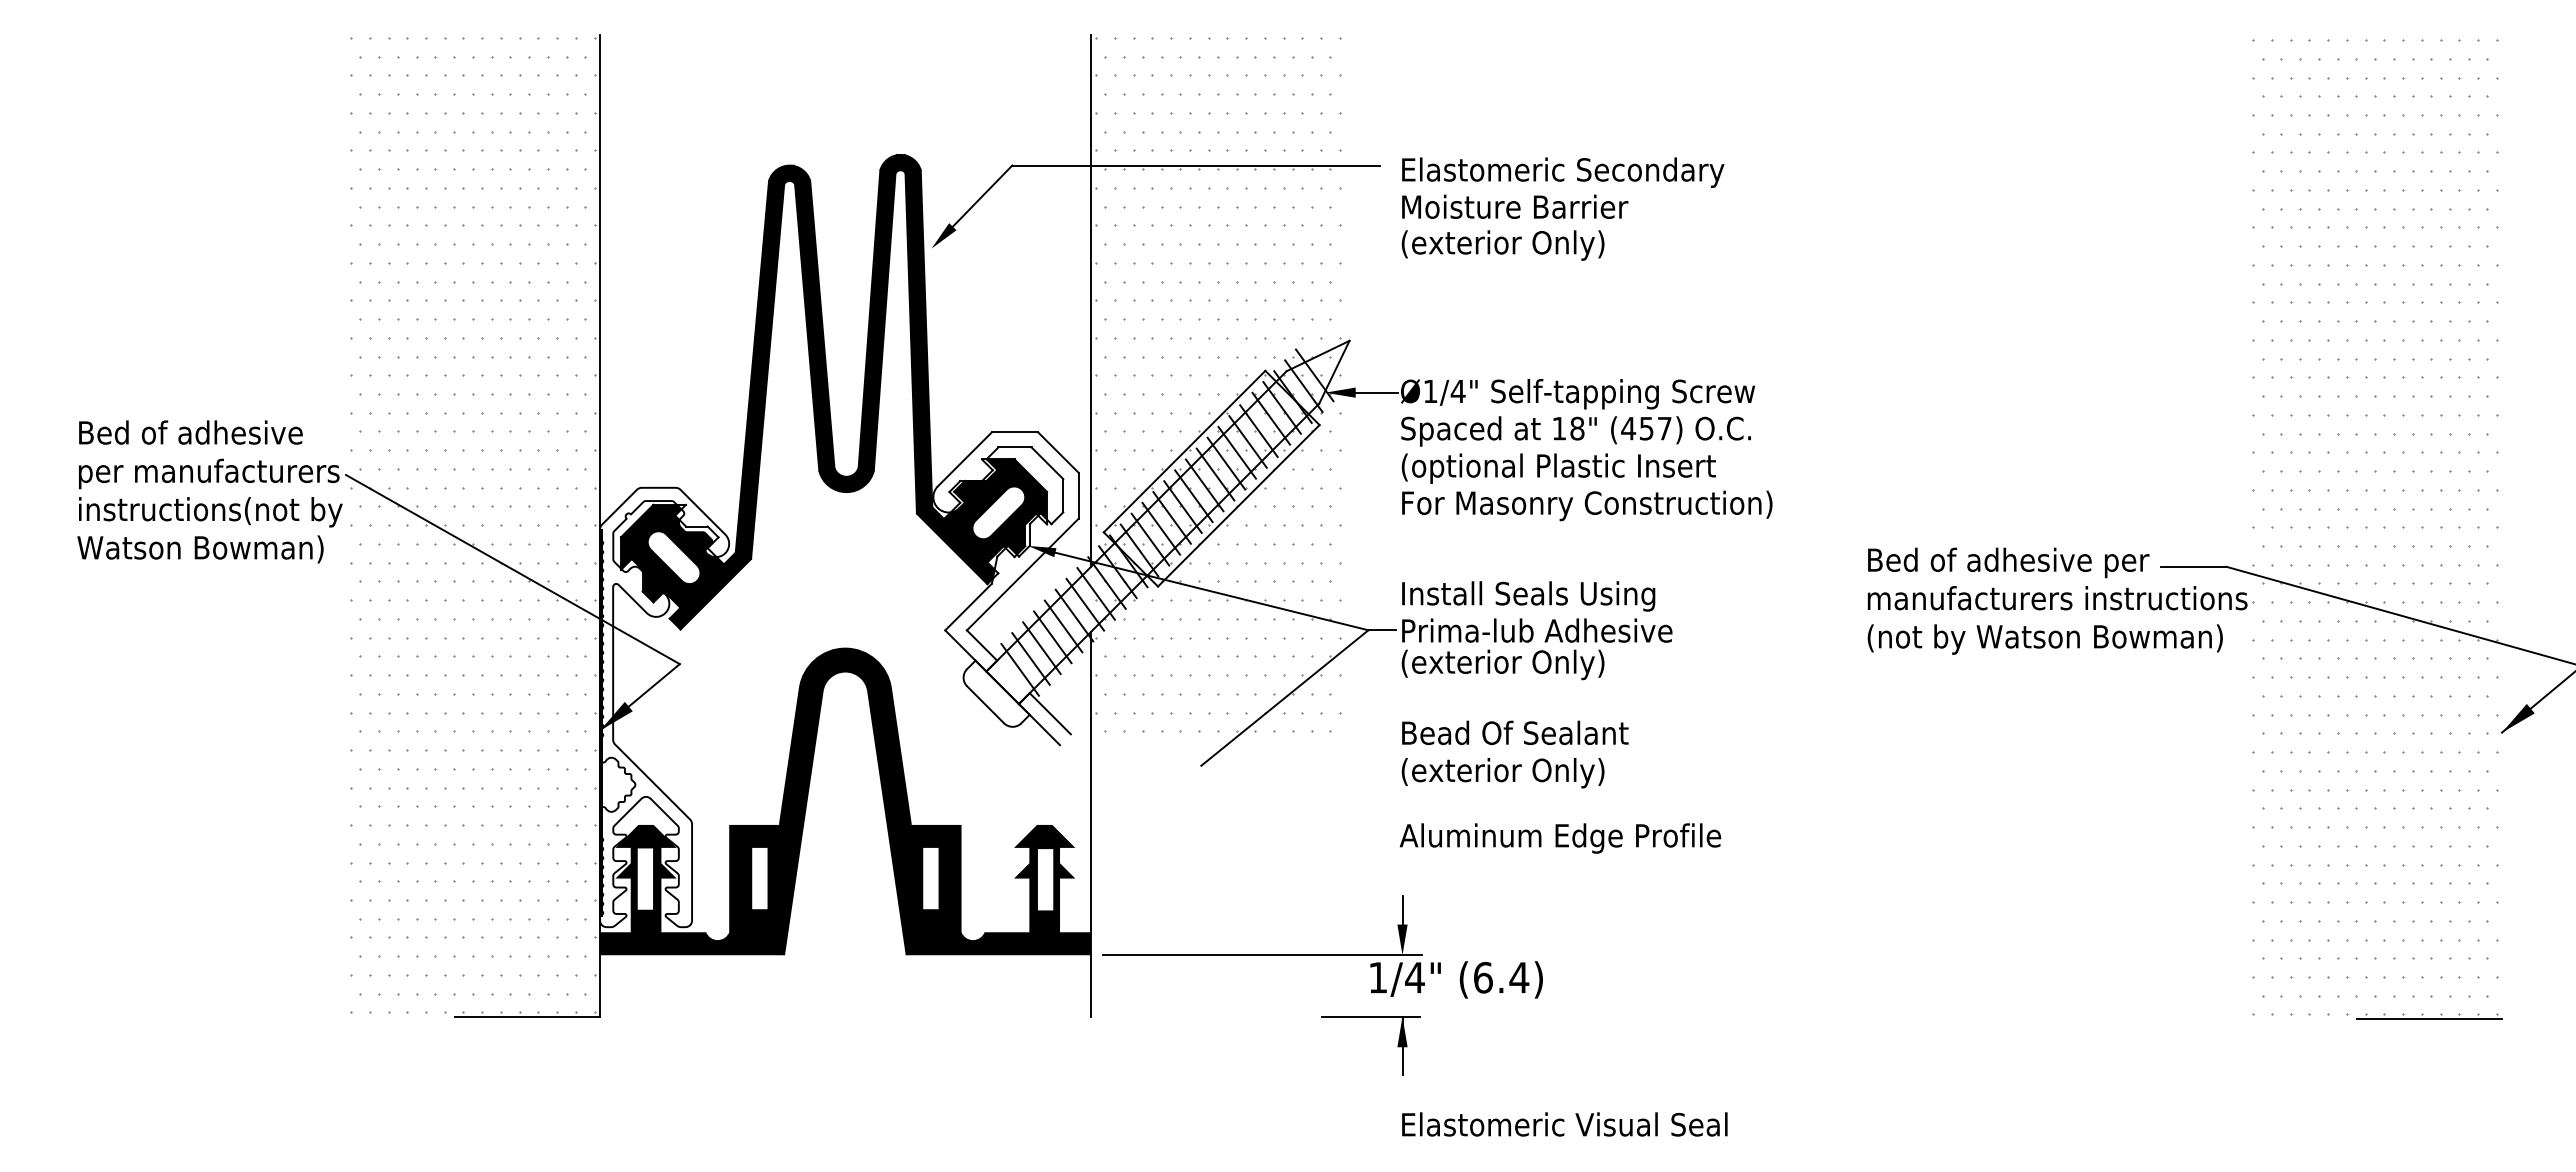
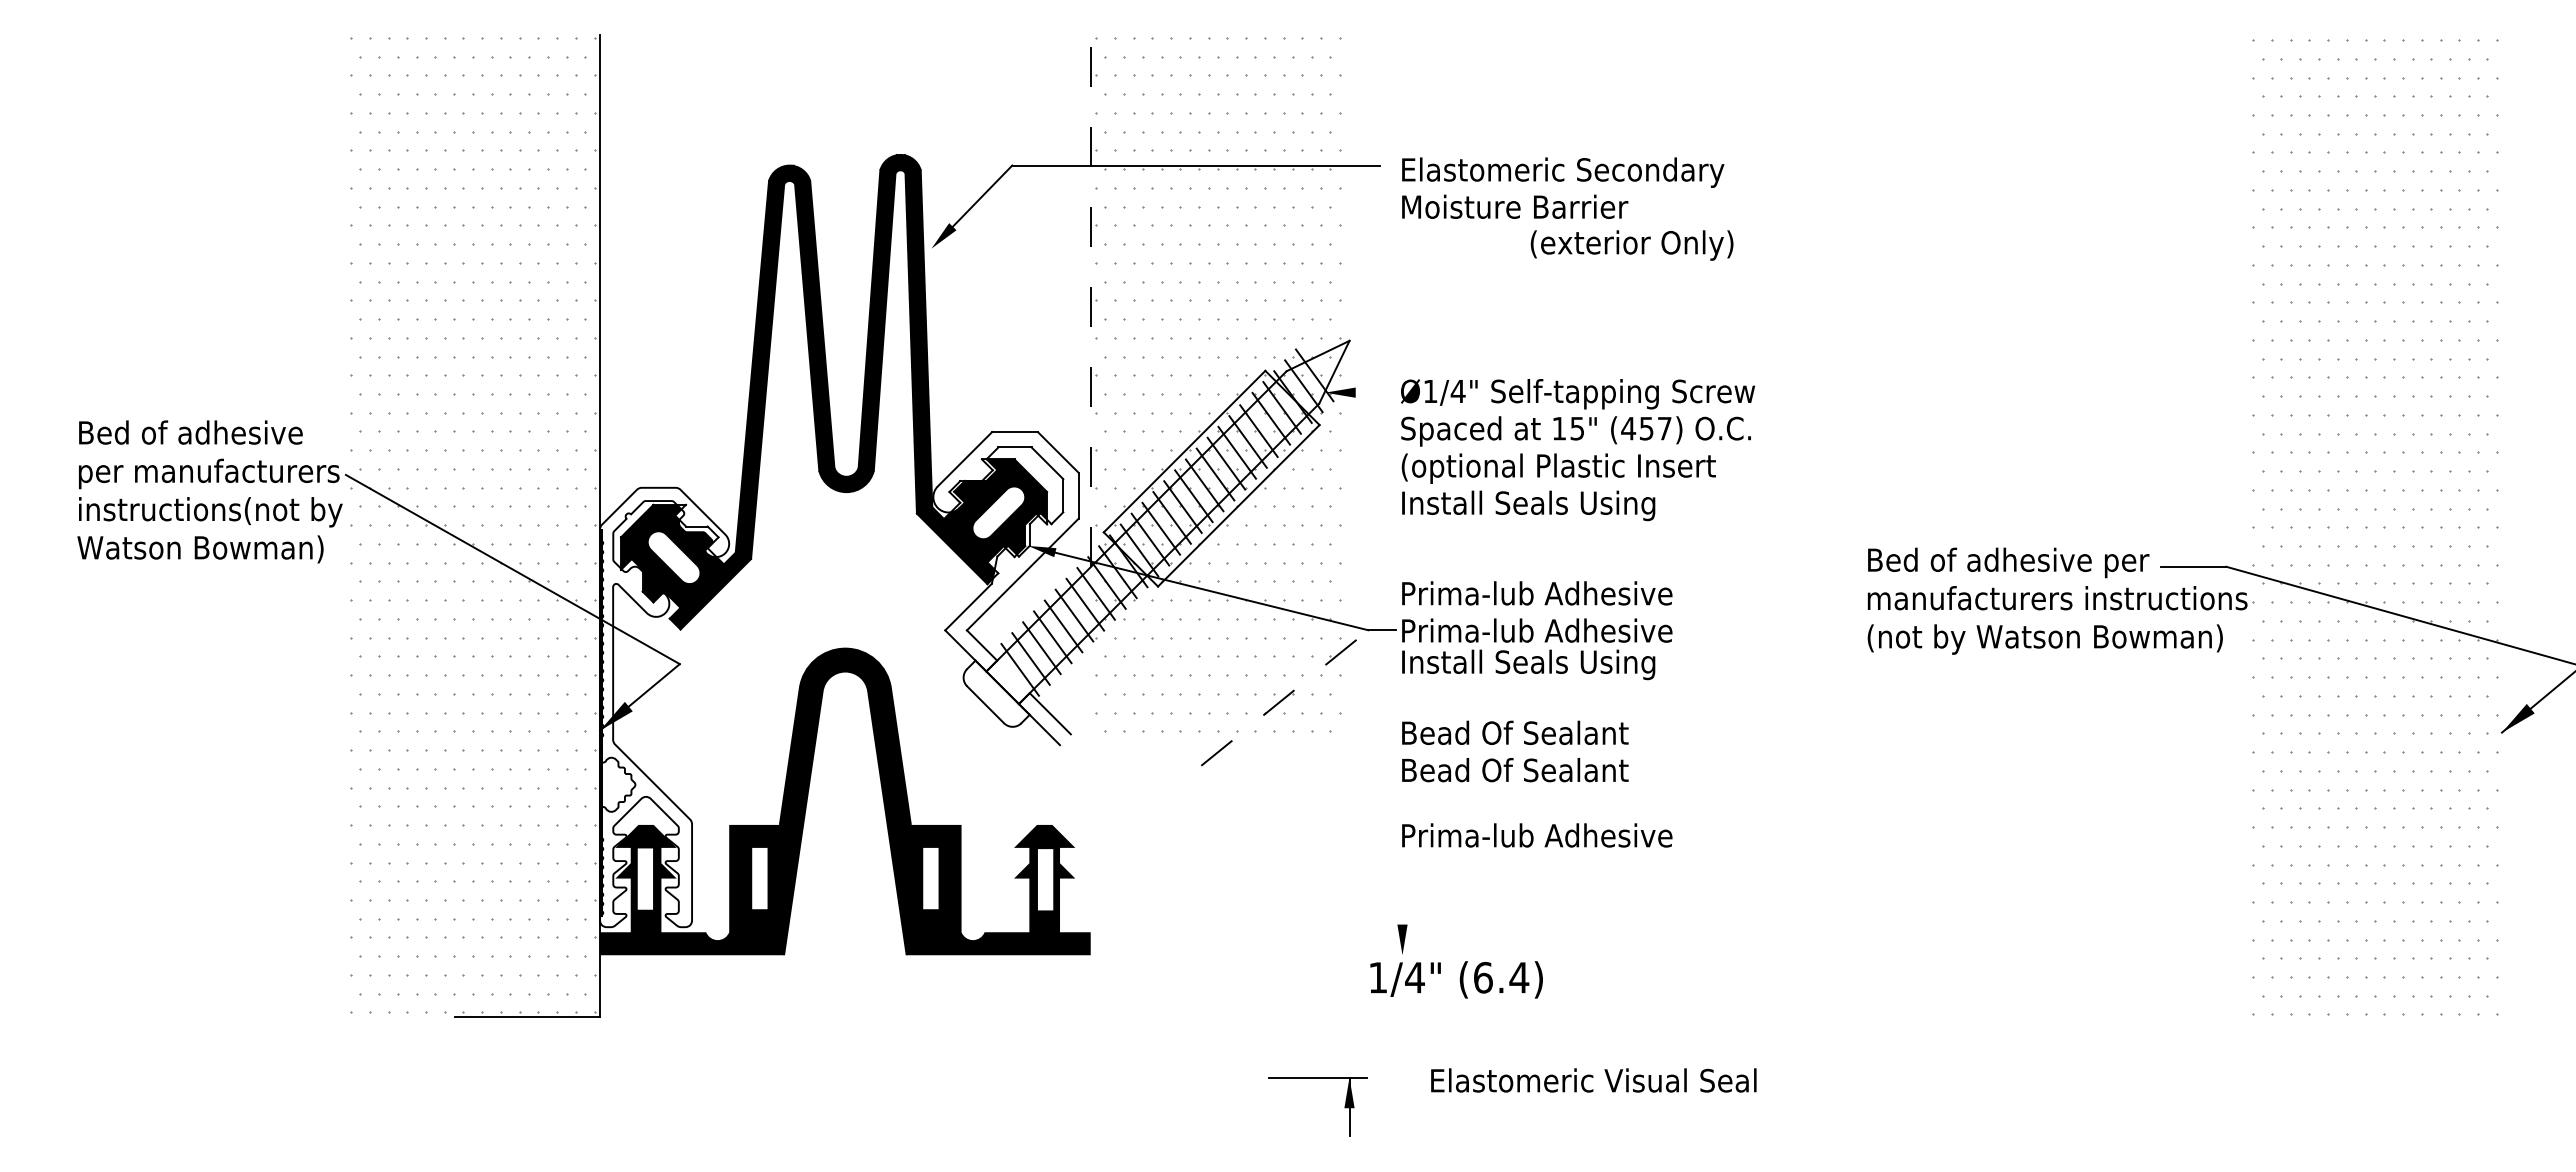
text at (1502, 245) position: (1502, 245) -> (1631, 245)
line at (1090, 301): solid -> dashed
line at (1376, 392): present -> none
text at (1577, 428): 18" -> 15"
text at (1588, 505): For Masonry Construction) -> Install Seals Using
text at (1538, 596): Install Seals Using -> Prima-lub Adhesive
text at (1528, 664): (exterior Only) -> Install Seals Using
line at (1284, 698): solid -> dashed
text at (1514, 773): (exterior Only) -> Bead Of Sealant
line at (1090, 824): present -> none
text at (1560, 838): Aluminum Edge Profile -> Prima-lub Adhesive
line at (1402, 909): present -> none
line at (1262, 955): present -> none
line at (2429, 1018): present -> none
part at (1397, 1045) position: (1397, 1045) -> (1344, 1106)
text at (1564, 1124) position: (1564, 1124) -> (1593, 1080)
